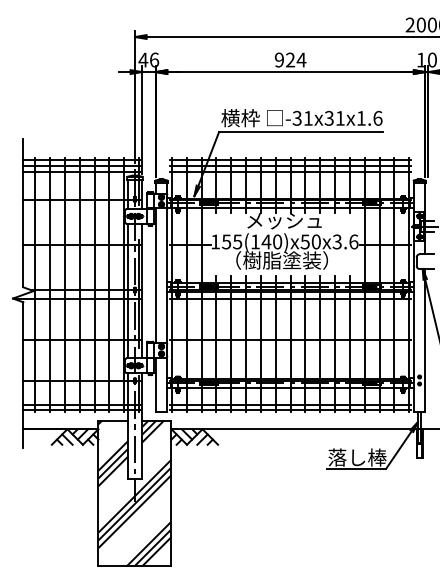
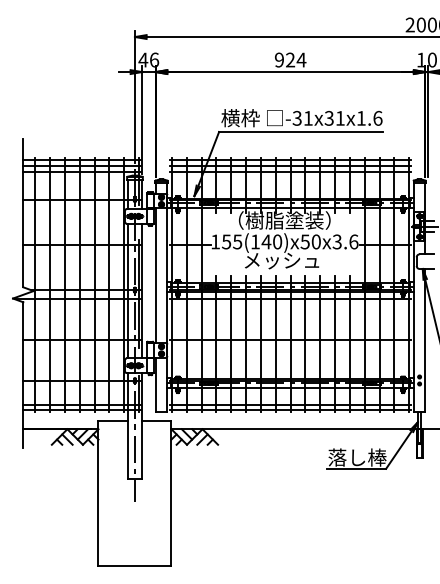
text at (284, 220): メッシュ -> （樹脂塗装）
text at (281, 260): （樹脂塗装） -> メッシュ
hatch at (134, 493): present -> none
